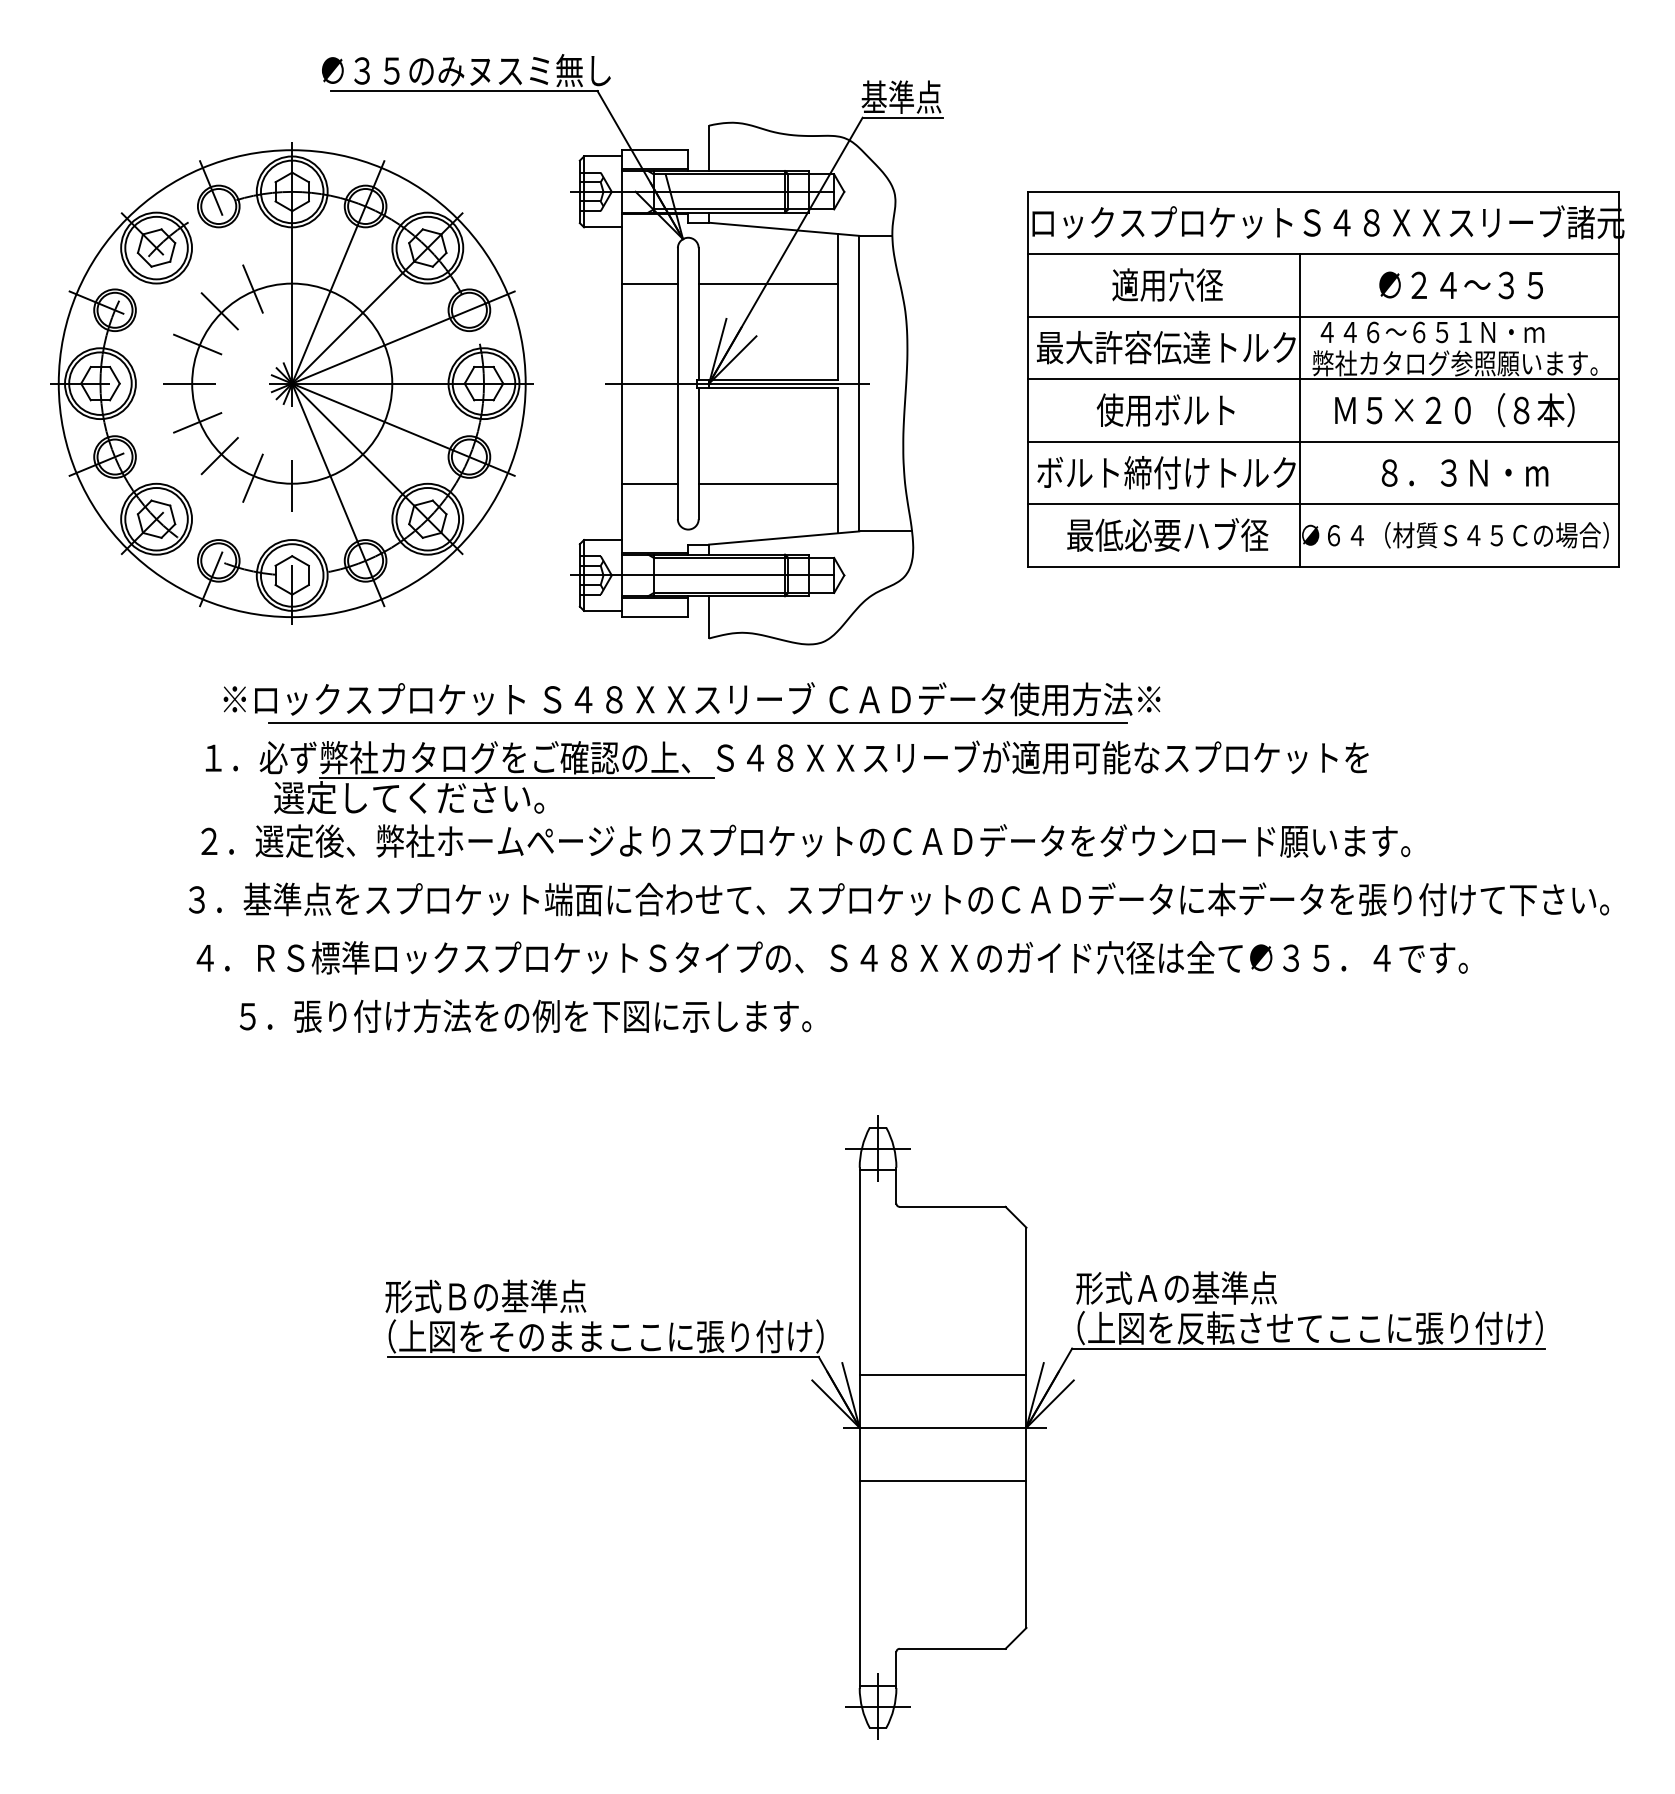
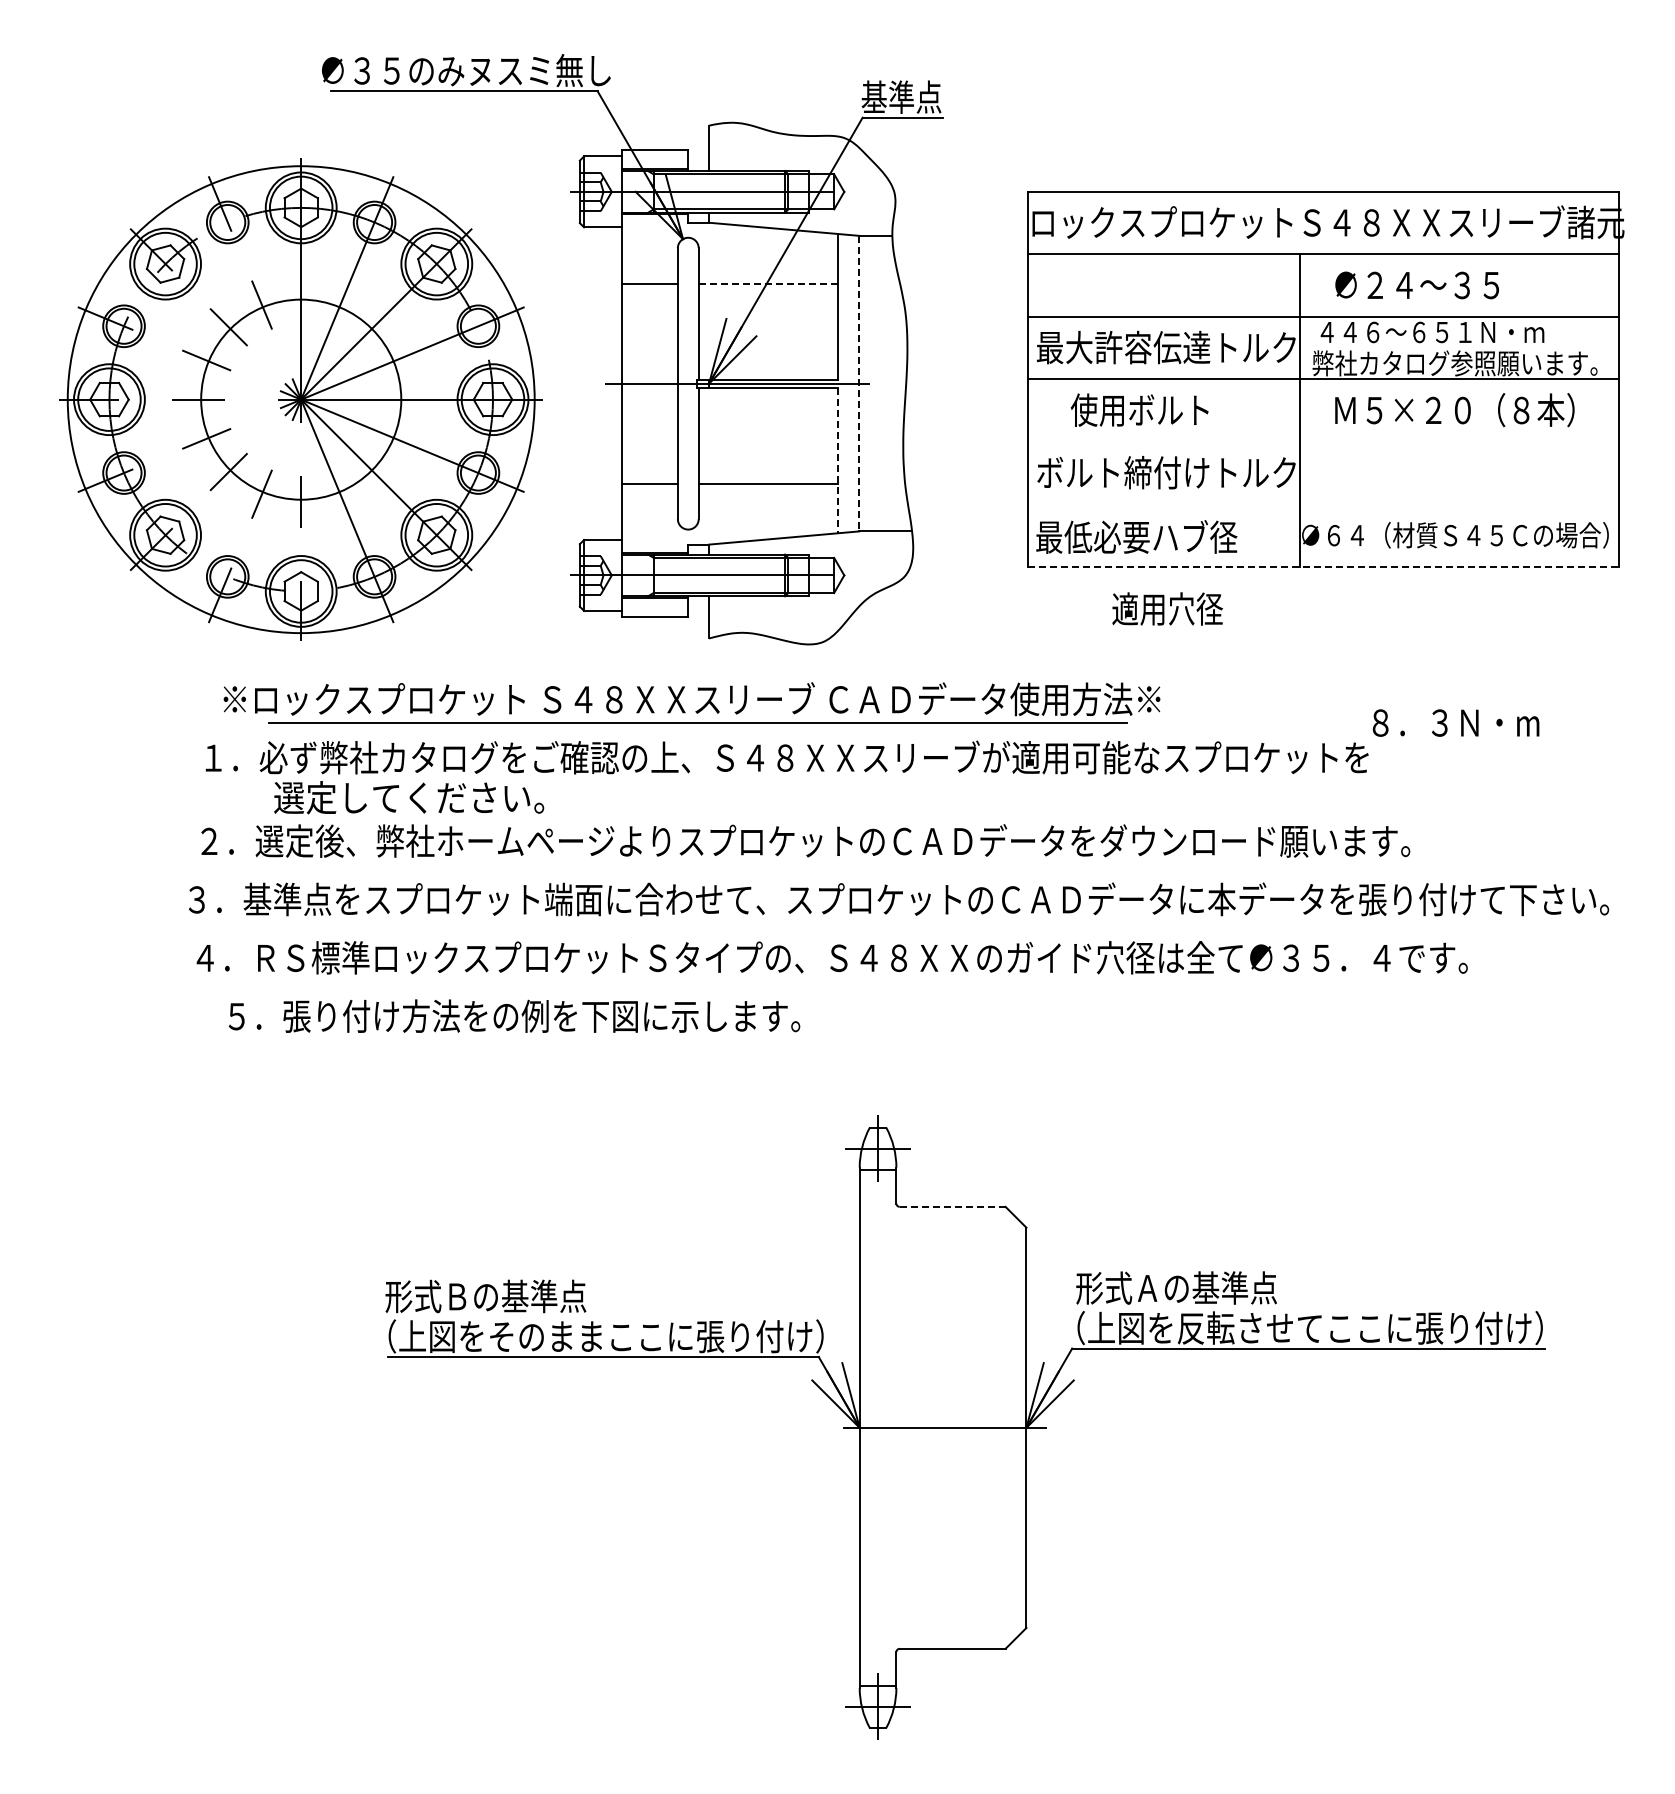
line at (768, 283): solid -> dashed
text at (1167, 284) position: (1167, 284) -> (1167, 608)
text at (1460, 285) position: (1460, 285) -> (1416, 285)
part at (291, 383) position: (291, 383) -> (300, 399)
line at (859, 383): solid -> dashed
text at (1165, 409) position: (1165, 409) -> (1139, 409)
line at (1322, 441): present -> none
line at (838, 460): solid -> dashed
text at (1464, 472) position: (1464, 472) -> (1455, 722)
line at (1322, 504): present -> none
text at (1167, 534) position: (1167, 534) -> (1136, 536)
line at (1323, 566): solid -> dashed
line at (517, 777): present -> none
text at (525, 1015) position: (525, 1015) -> (514, 1015)
line at (952, 1206): solid -> dashed
line at (942, 1374): present -> none
line at (942, 1480): present -> none
